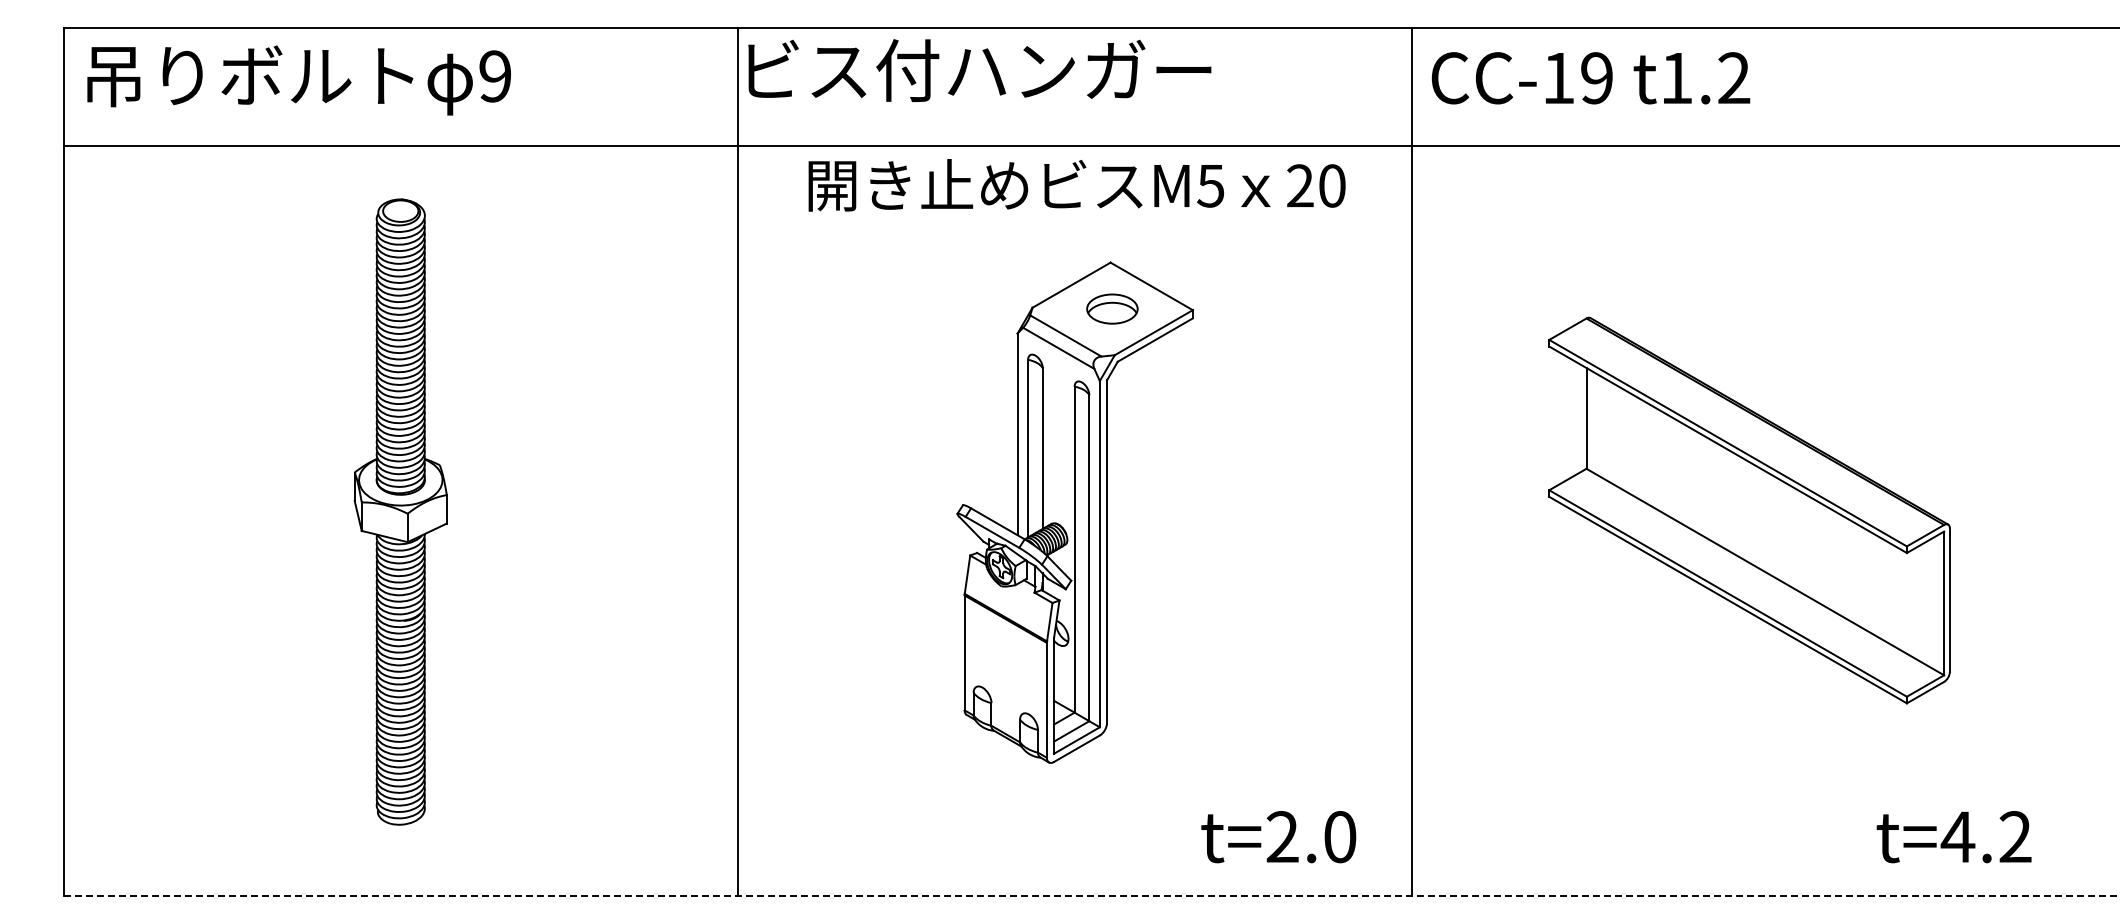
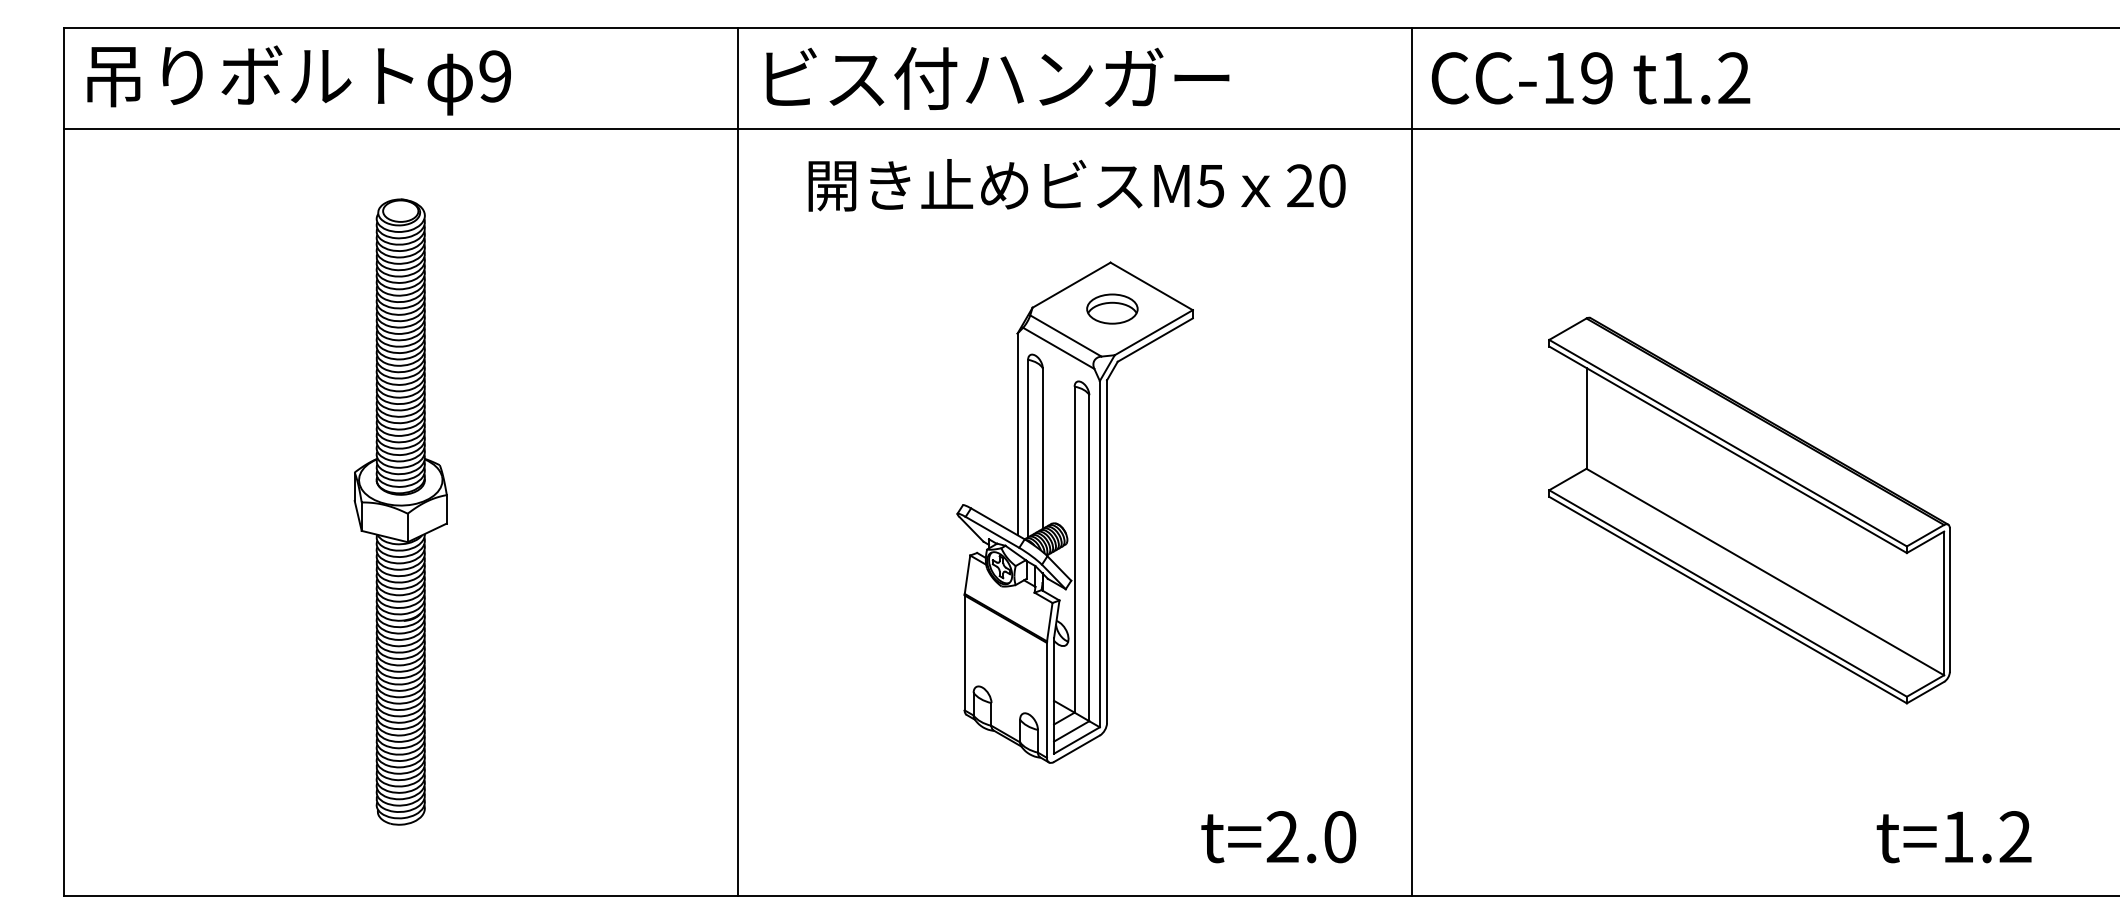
text at (979, 70) position: (979, 70) -> (997, 78)
line at (1089, 146) position: (1089, 146) -> (1089, 129)
text at (1957, 836): t=4.2 -> t=1.2
line at (1092, 896): dashed -> solid
